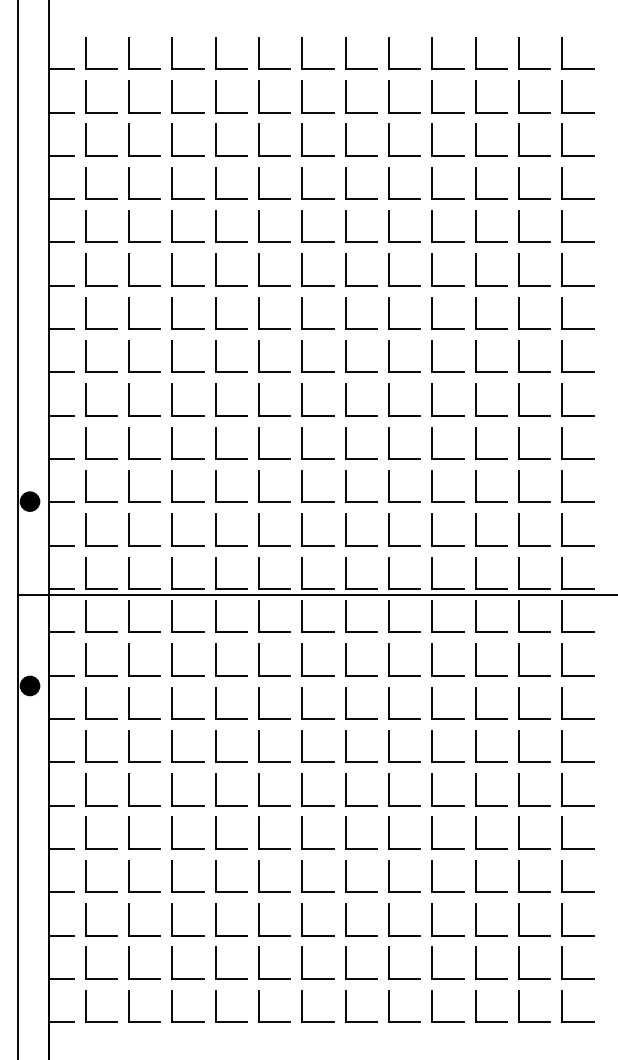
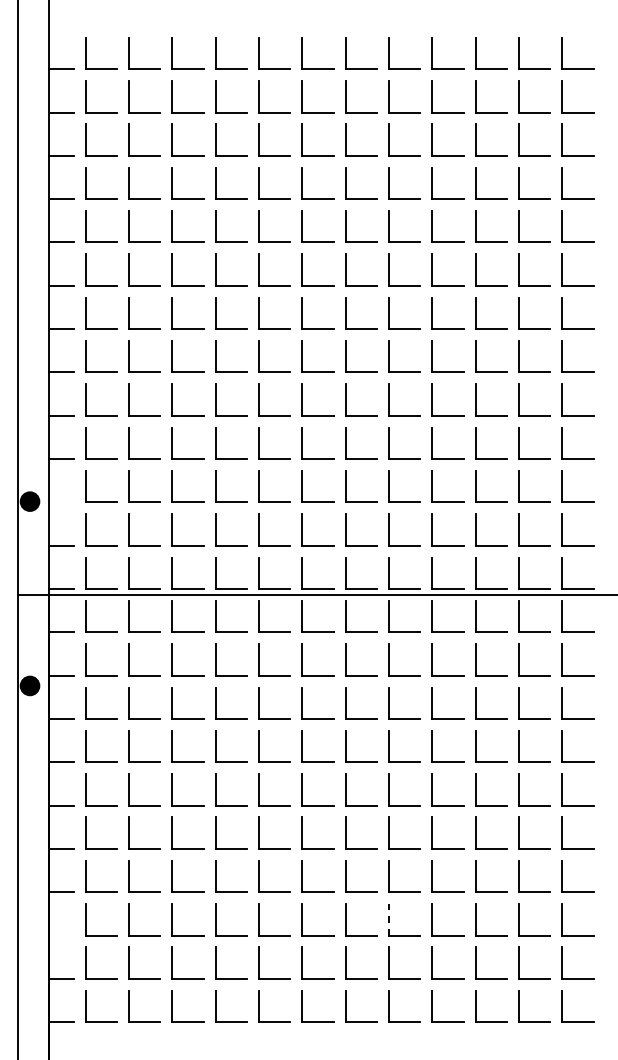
line at (61, 502): present -> none
line at (388, 919): solid -> dashed
line at (61, 935): present -> none
